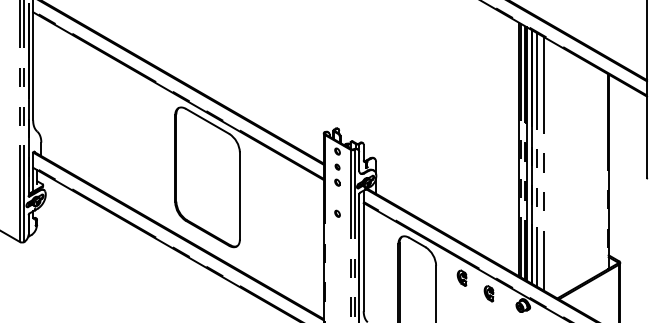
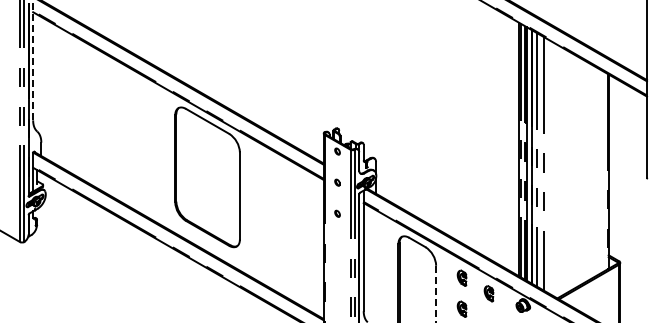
line at (33, 60): solid -> dashed
part at (337, 166): present -> none
line at (436, 294): solid -> dashed
part at (461, 308): none -> present
